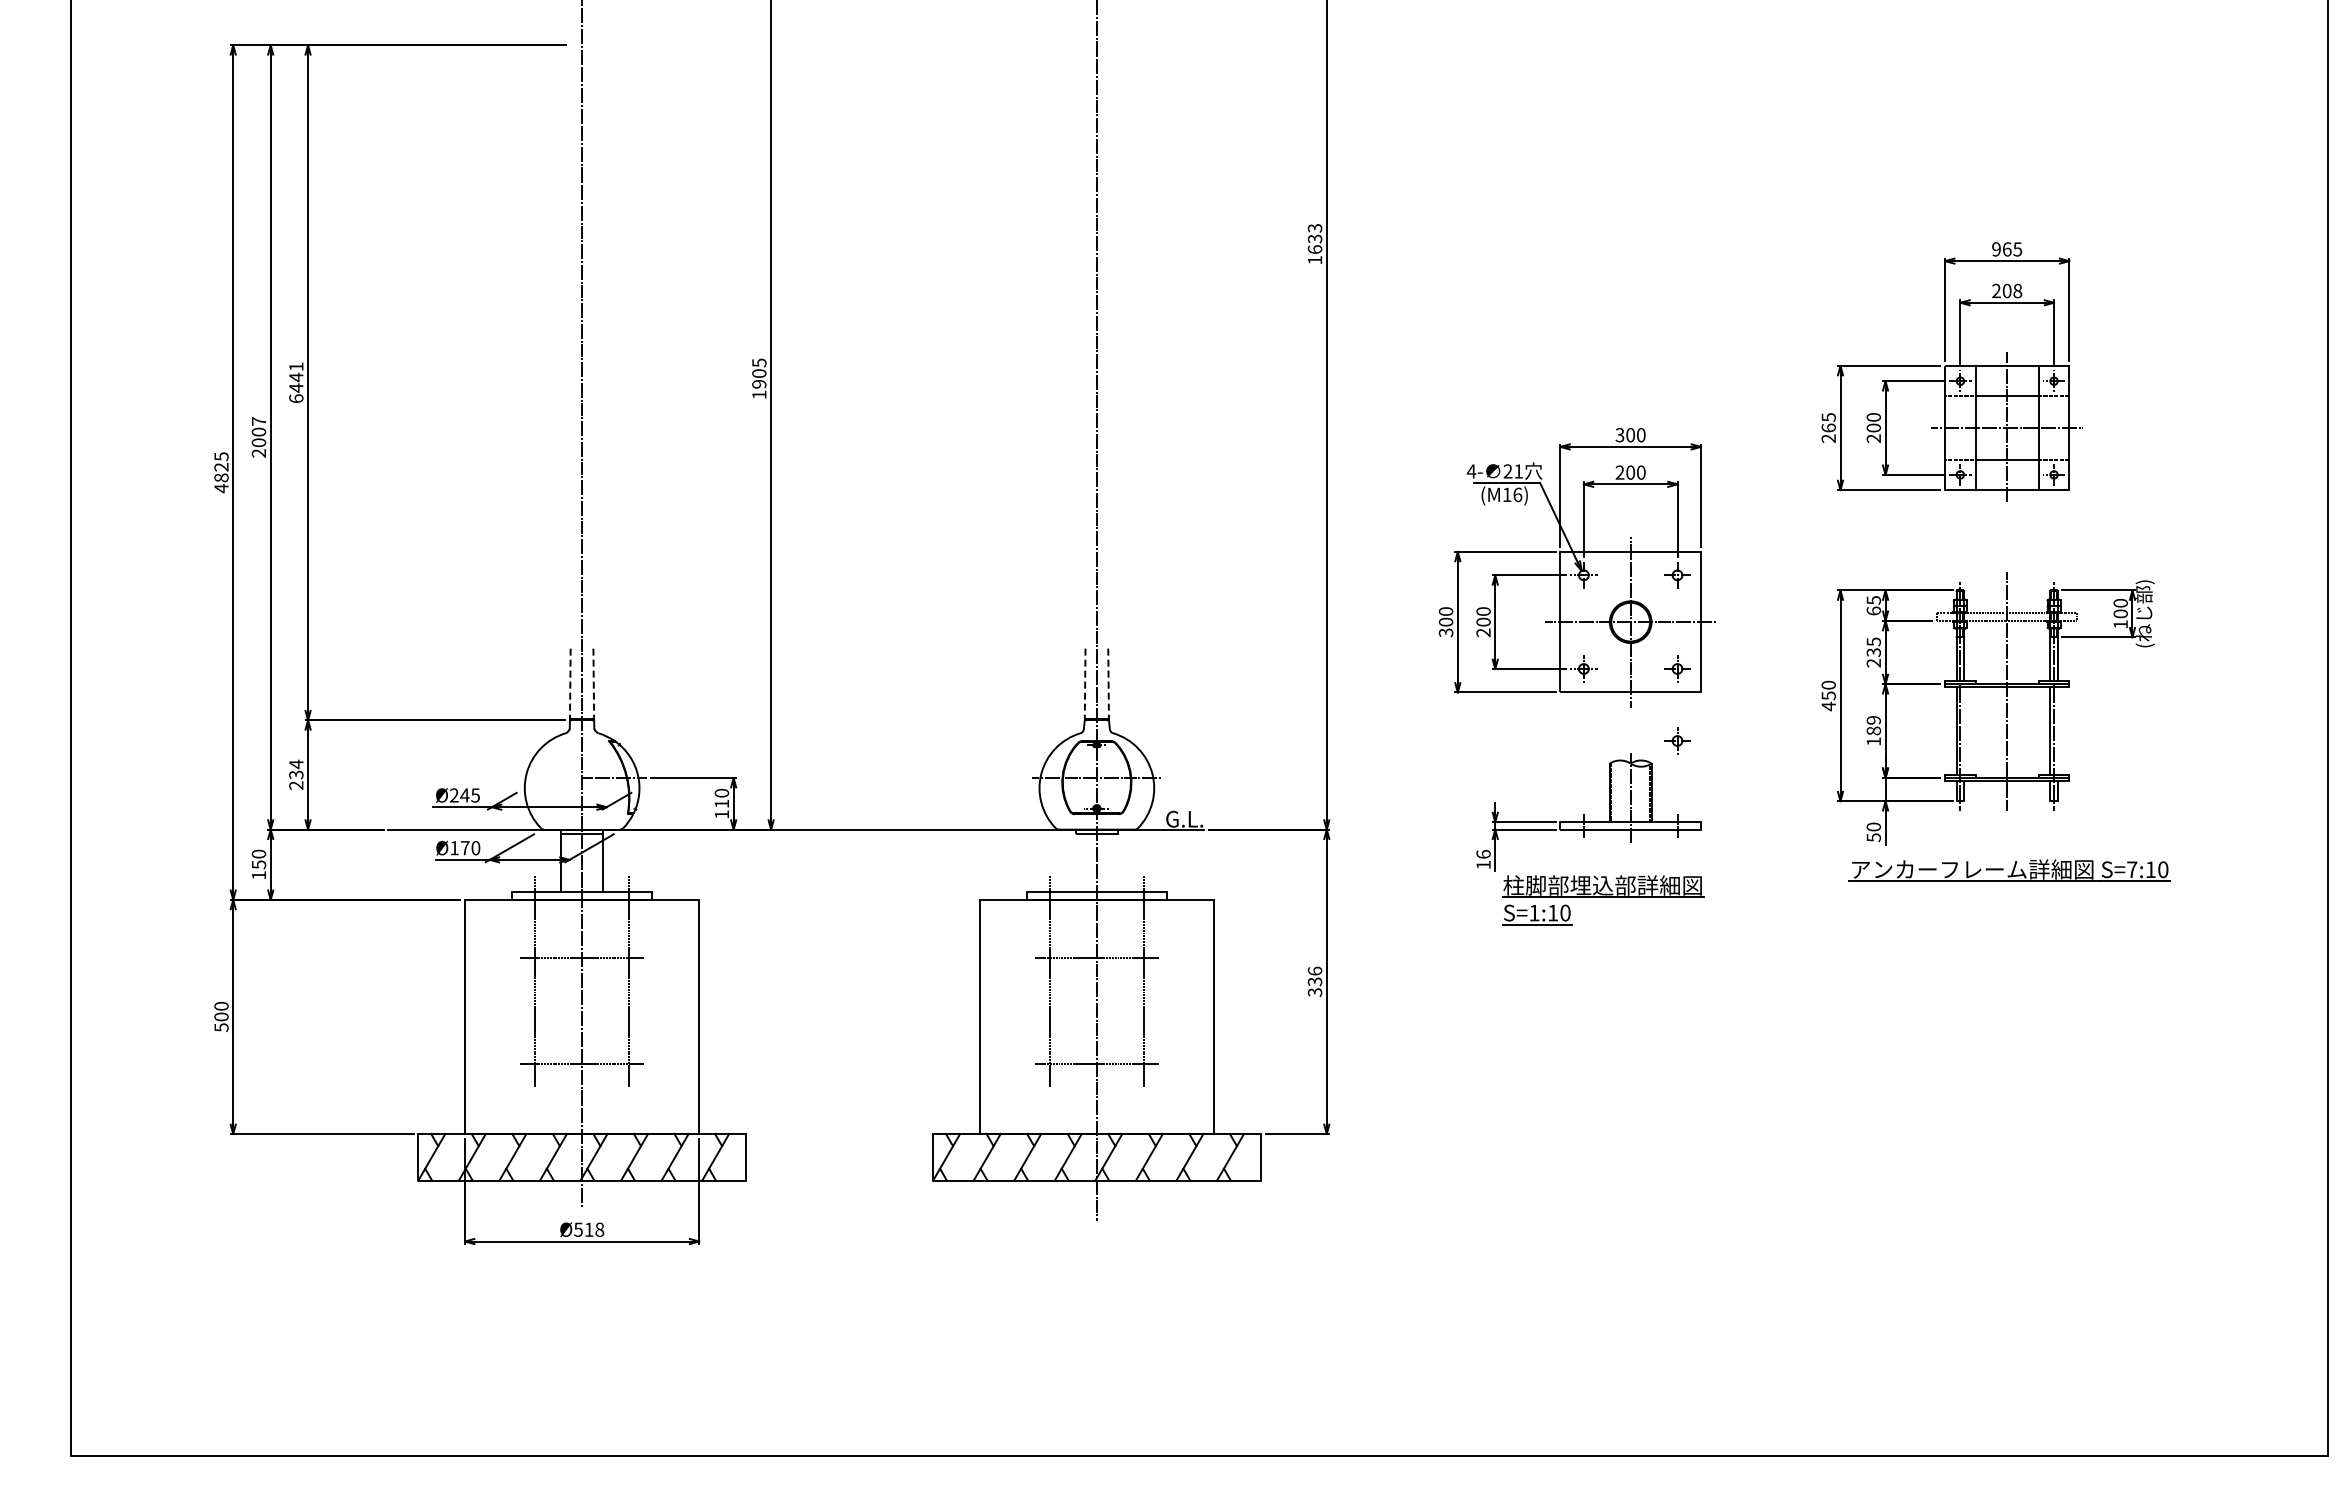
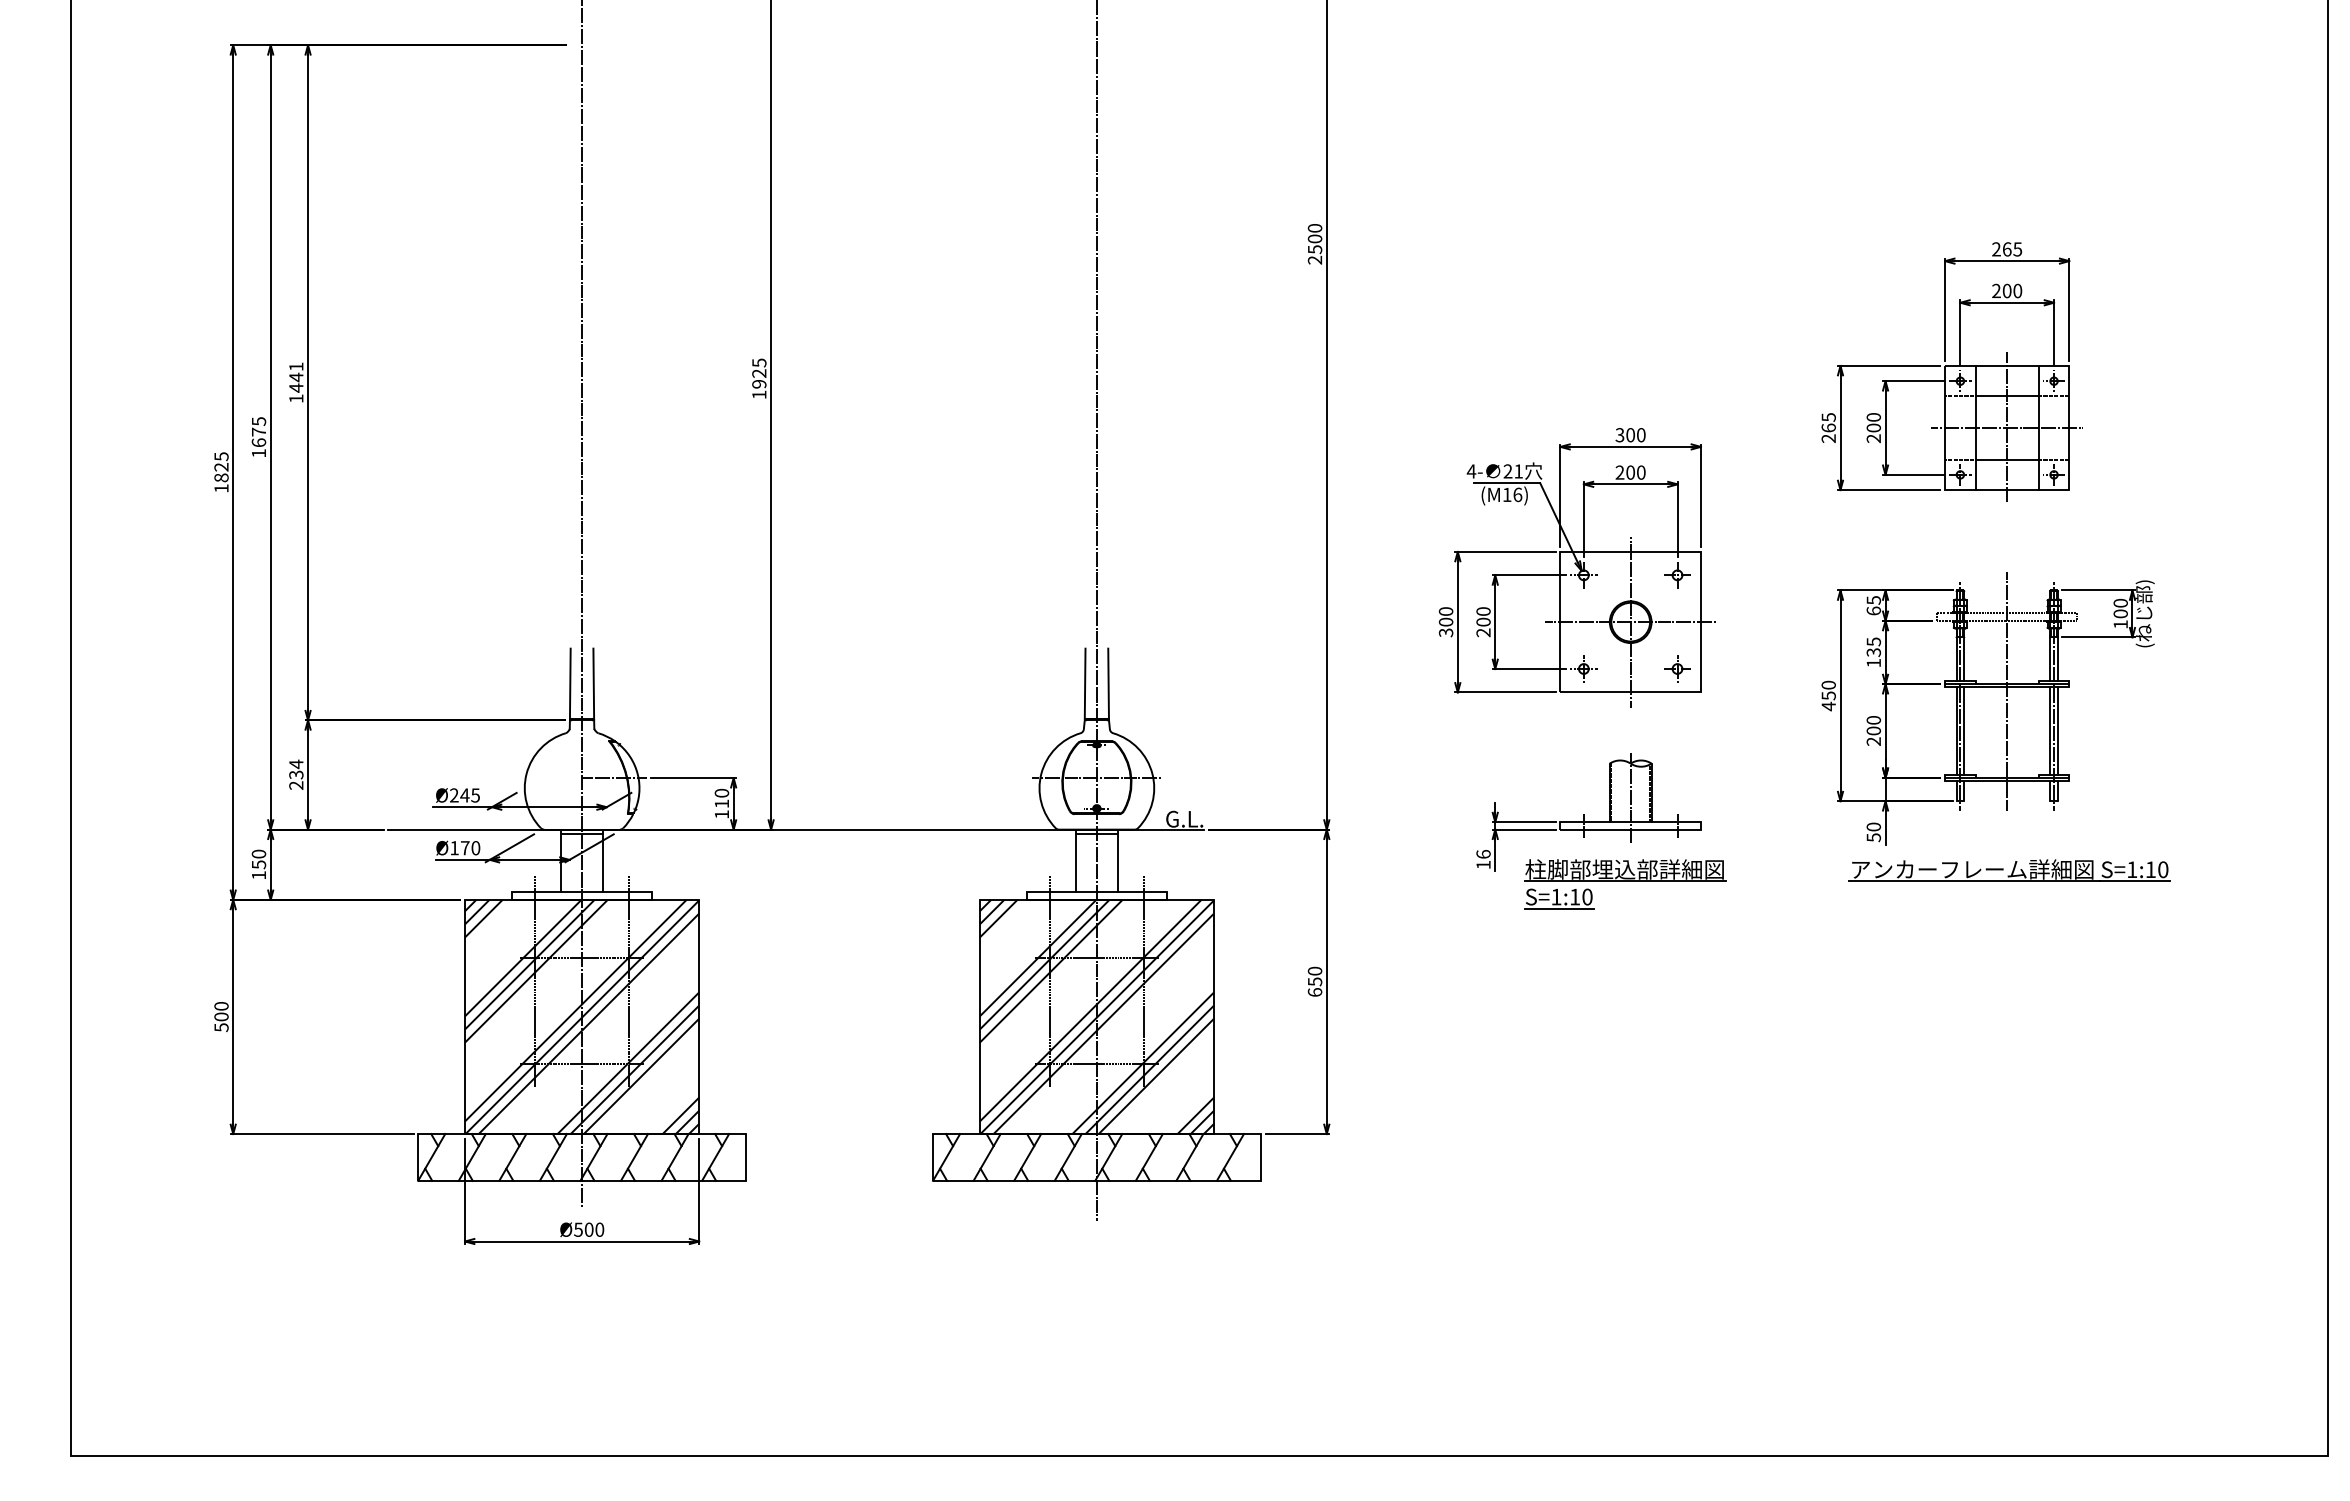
text at (1314, 244): 1633 -> 2500
text at (1996, 249): 965 -> 265
text at (2017, 290): 208 -> 200
text at (759, 373): 1905 -> 1925
text at (296, 398): 6441 -> 1441
text at (258, 437): 2007 -> 1675
text at (221, 488): 4825 -> 1825
text at (1873, 662): 235 -> 135
line at (570, 684): dashed -> solid
line at (593, 684): dashed -> solid
line at (1085, 684): dashed -> solid
line at (1108, 684): dashed -> solid
text at (1873, 730): 189 -> 200
line at (1964, 730): none -> present
line at (2057, 730): none -> present
part at (1677, 740): present -> none
line at (1076, 862): none -> present
line at (1117, 862): none -> present
text at (2132, 869): S=7:10 -> S=1:10
part at (1603, 900) position: (1603, 900) -> (1625, 884)
text at (1314, 981): 336 -> 650
hatch at (582, 1016): none -> present
hatch at (1096, 1016): none -> present
text at (594, 1229): Ø518 -> Ø500
